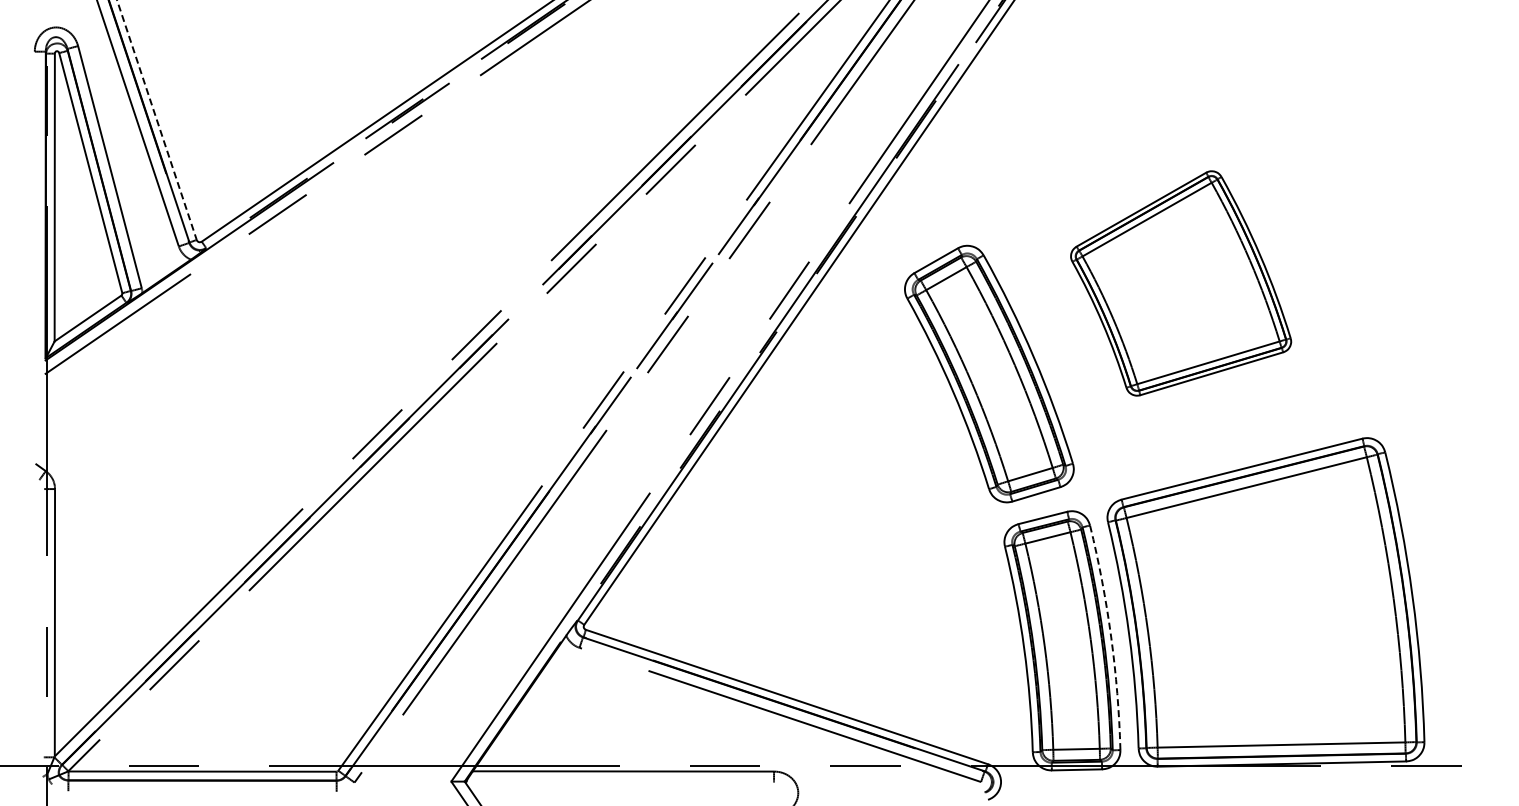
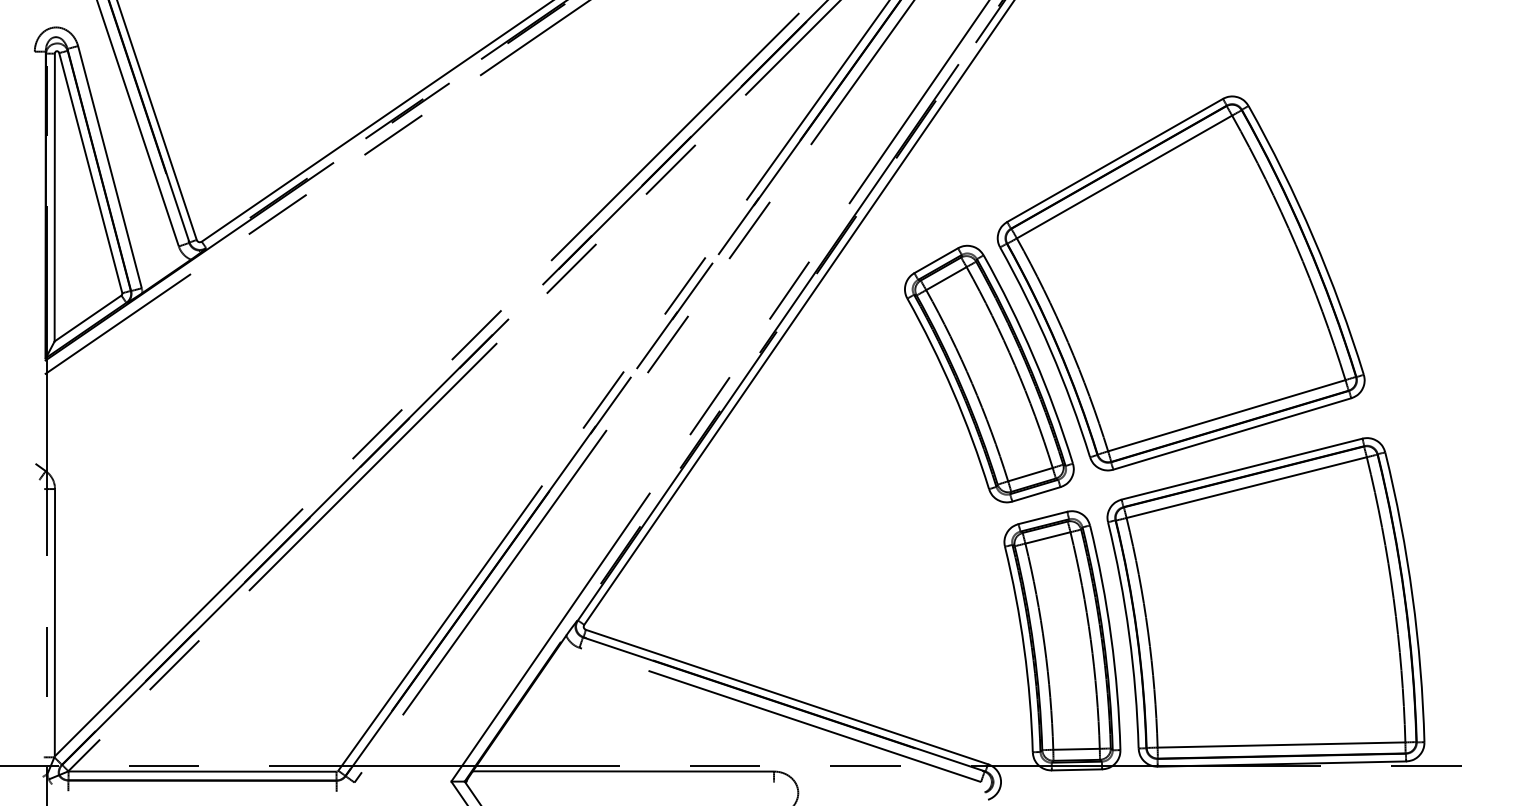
line at (157, 120): dashed -> solid
part at (1181, 283) size: 223x227 px -> 370x377 px
arc at (1111, 637): dashed -> solid
